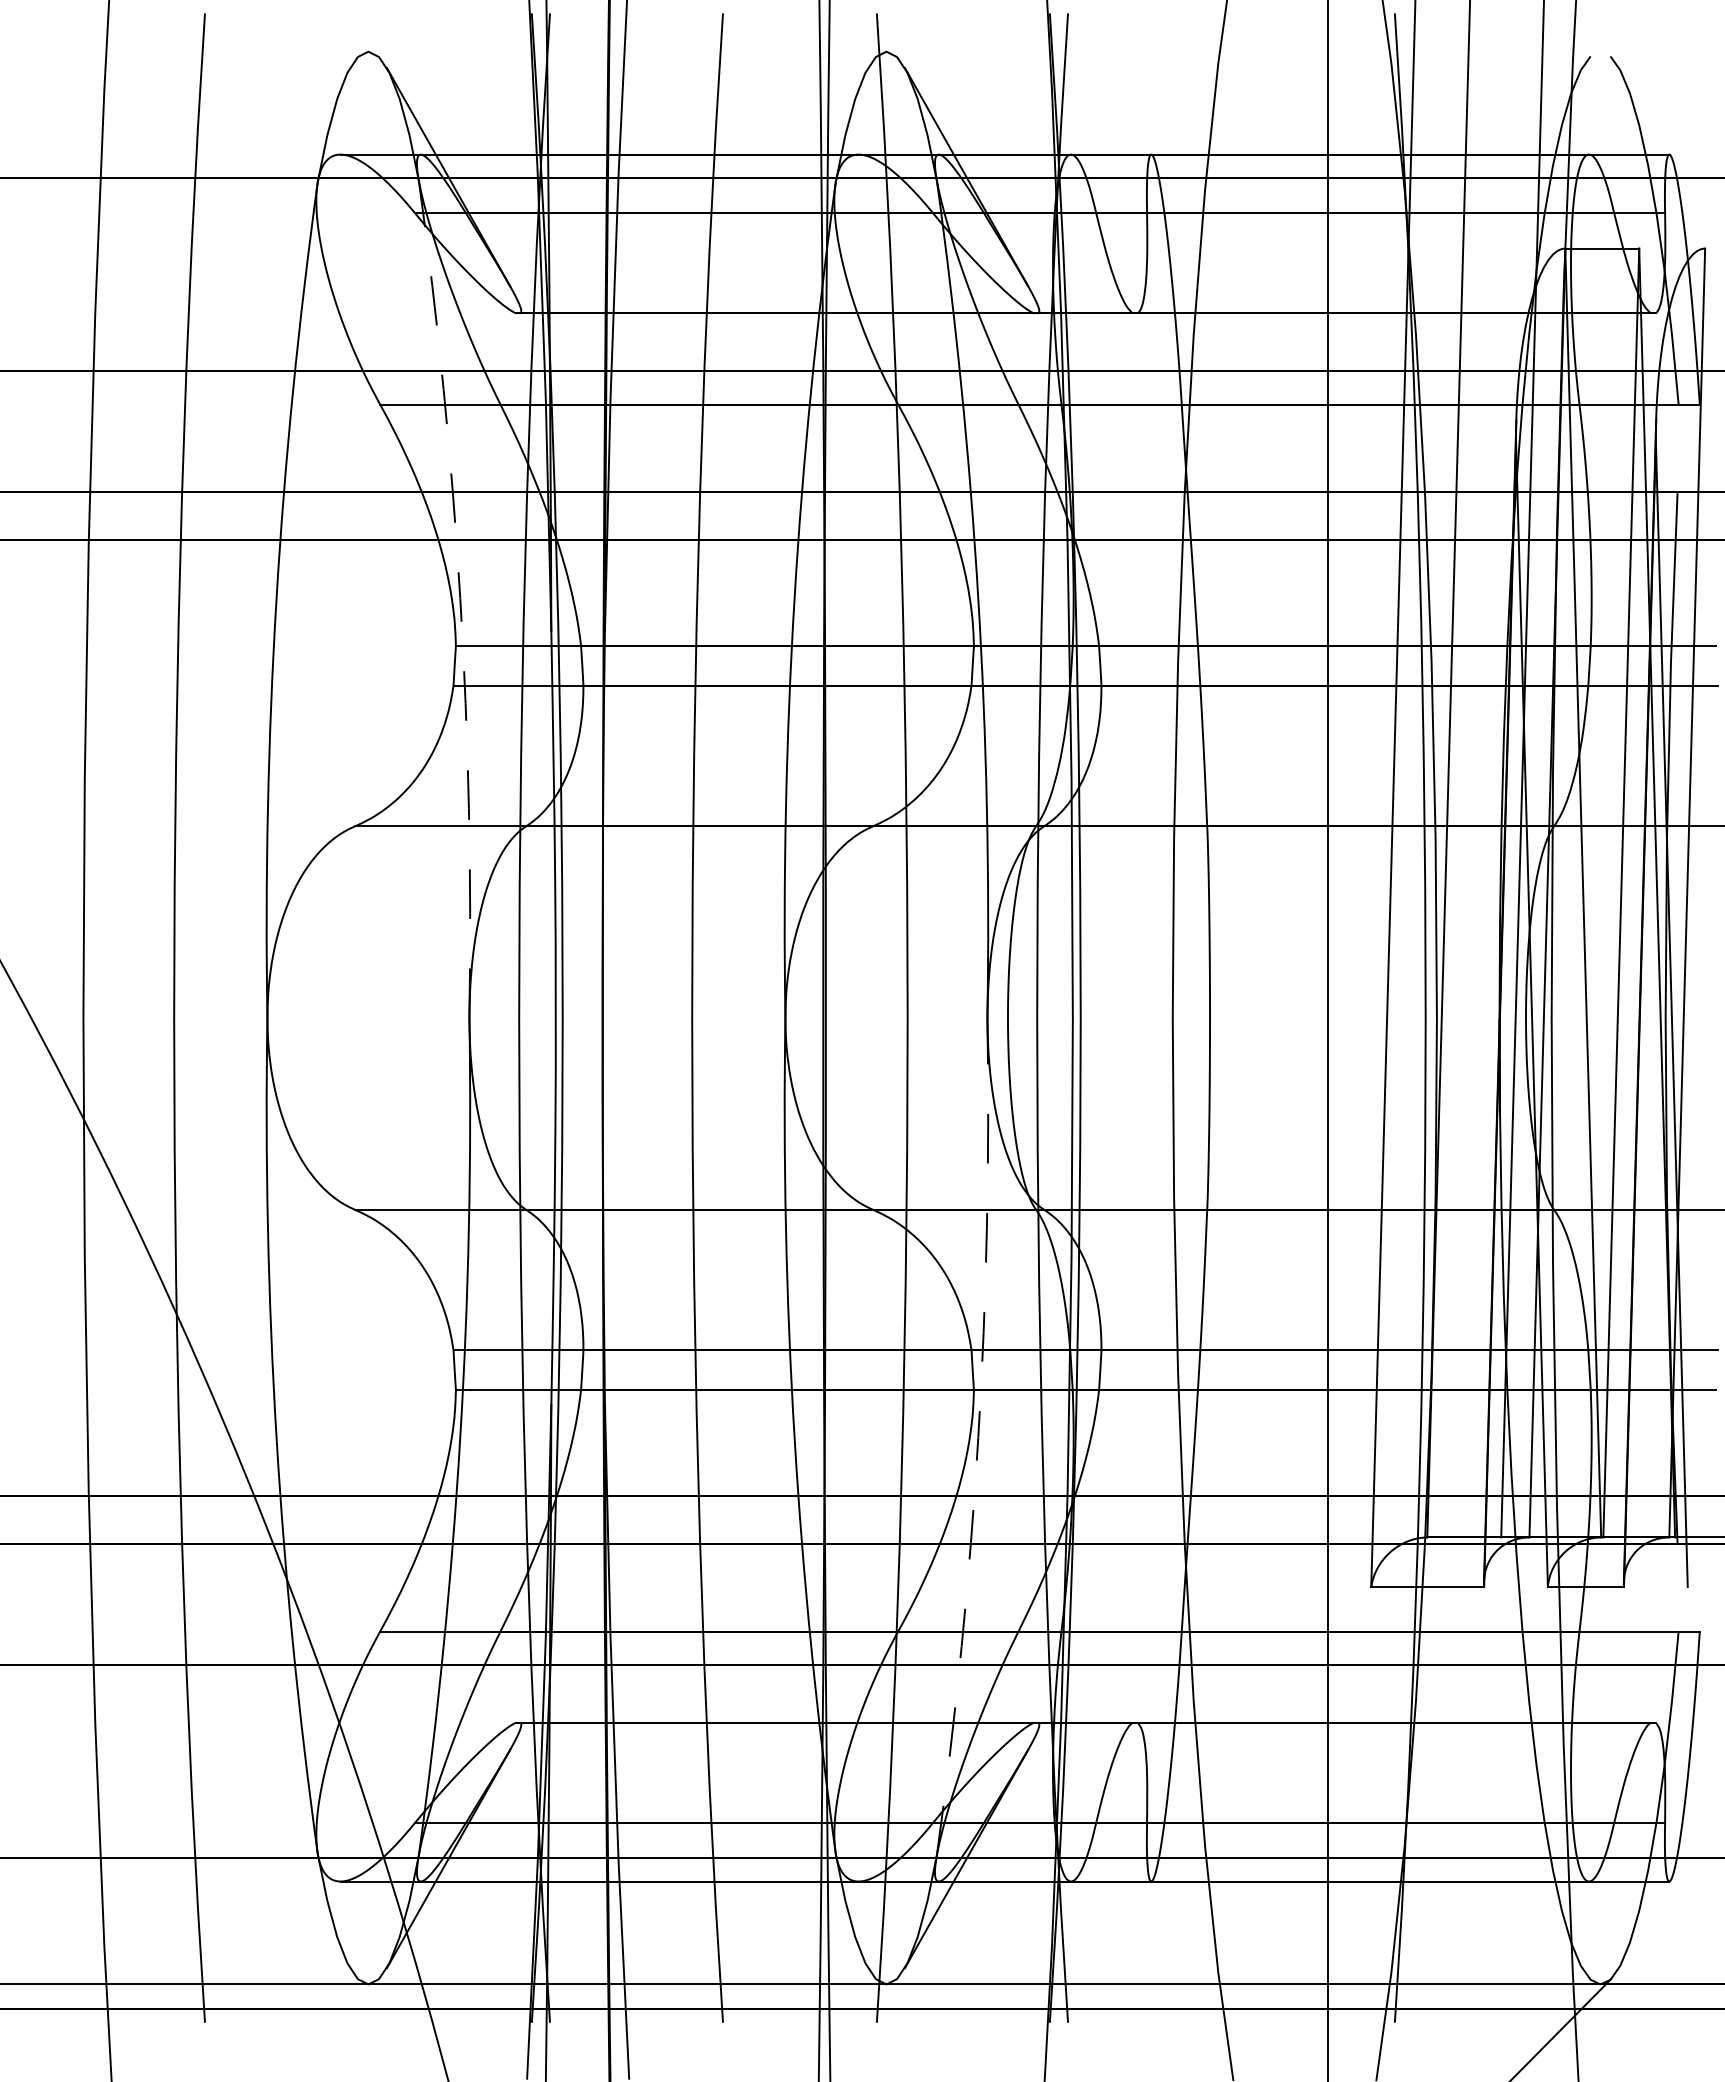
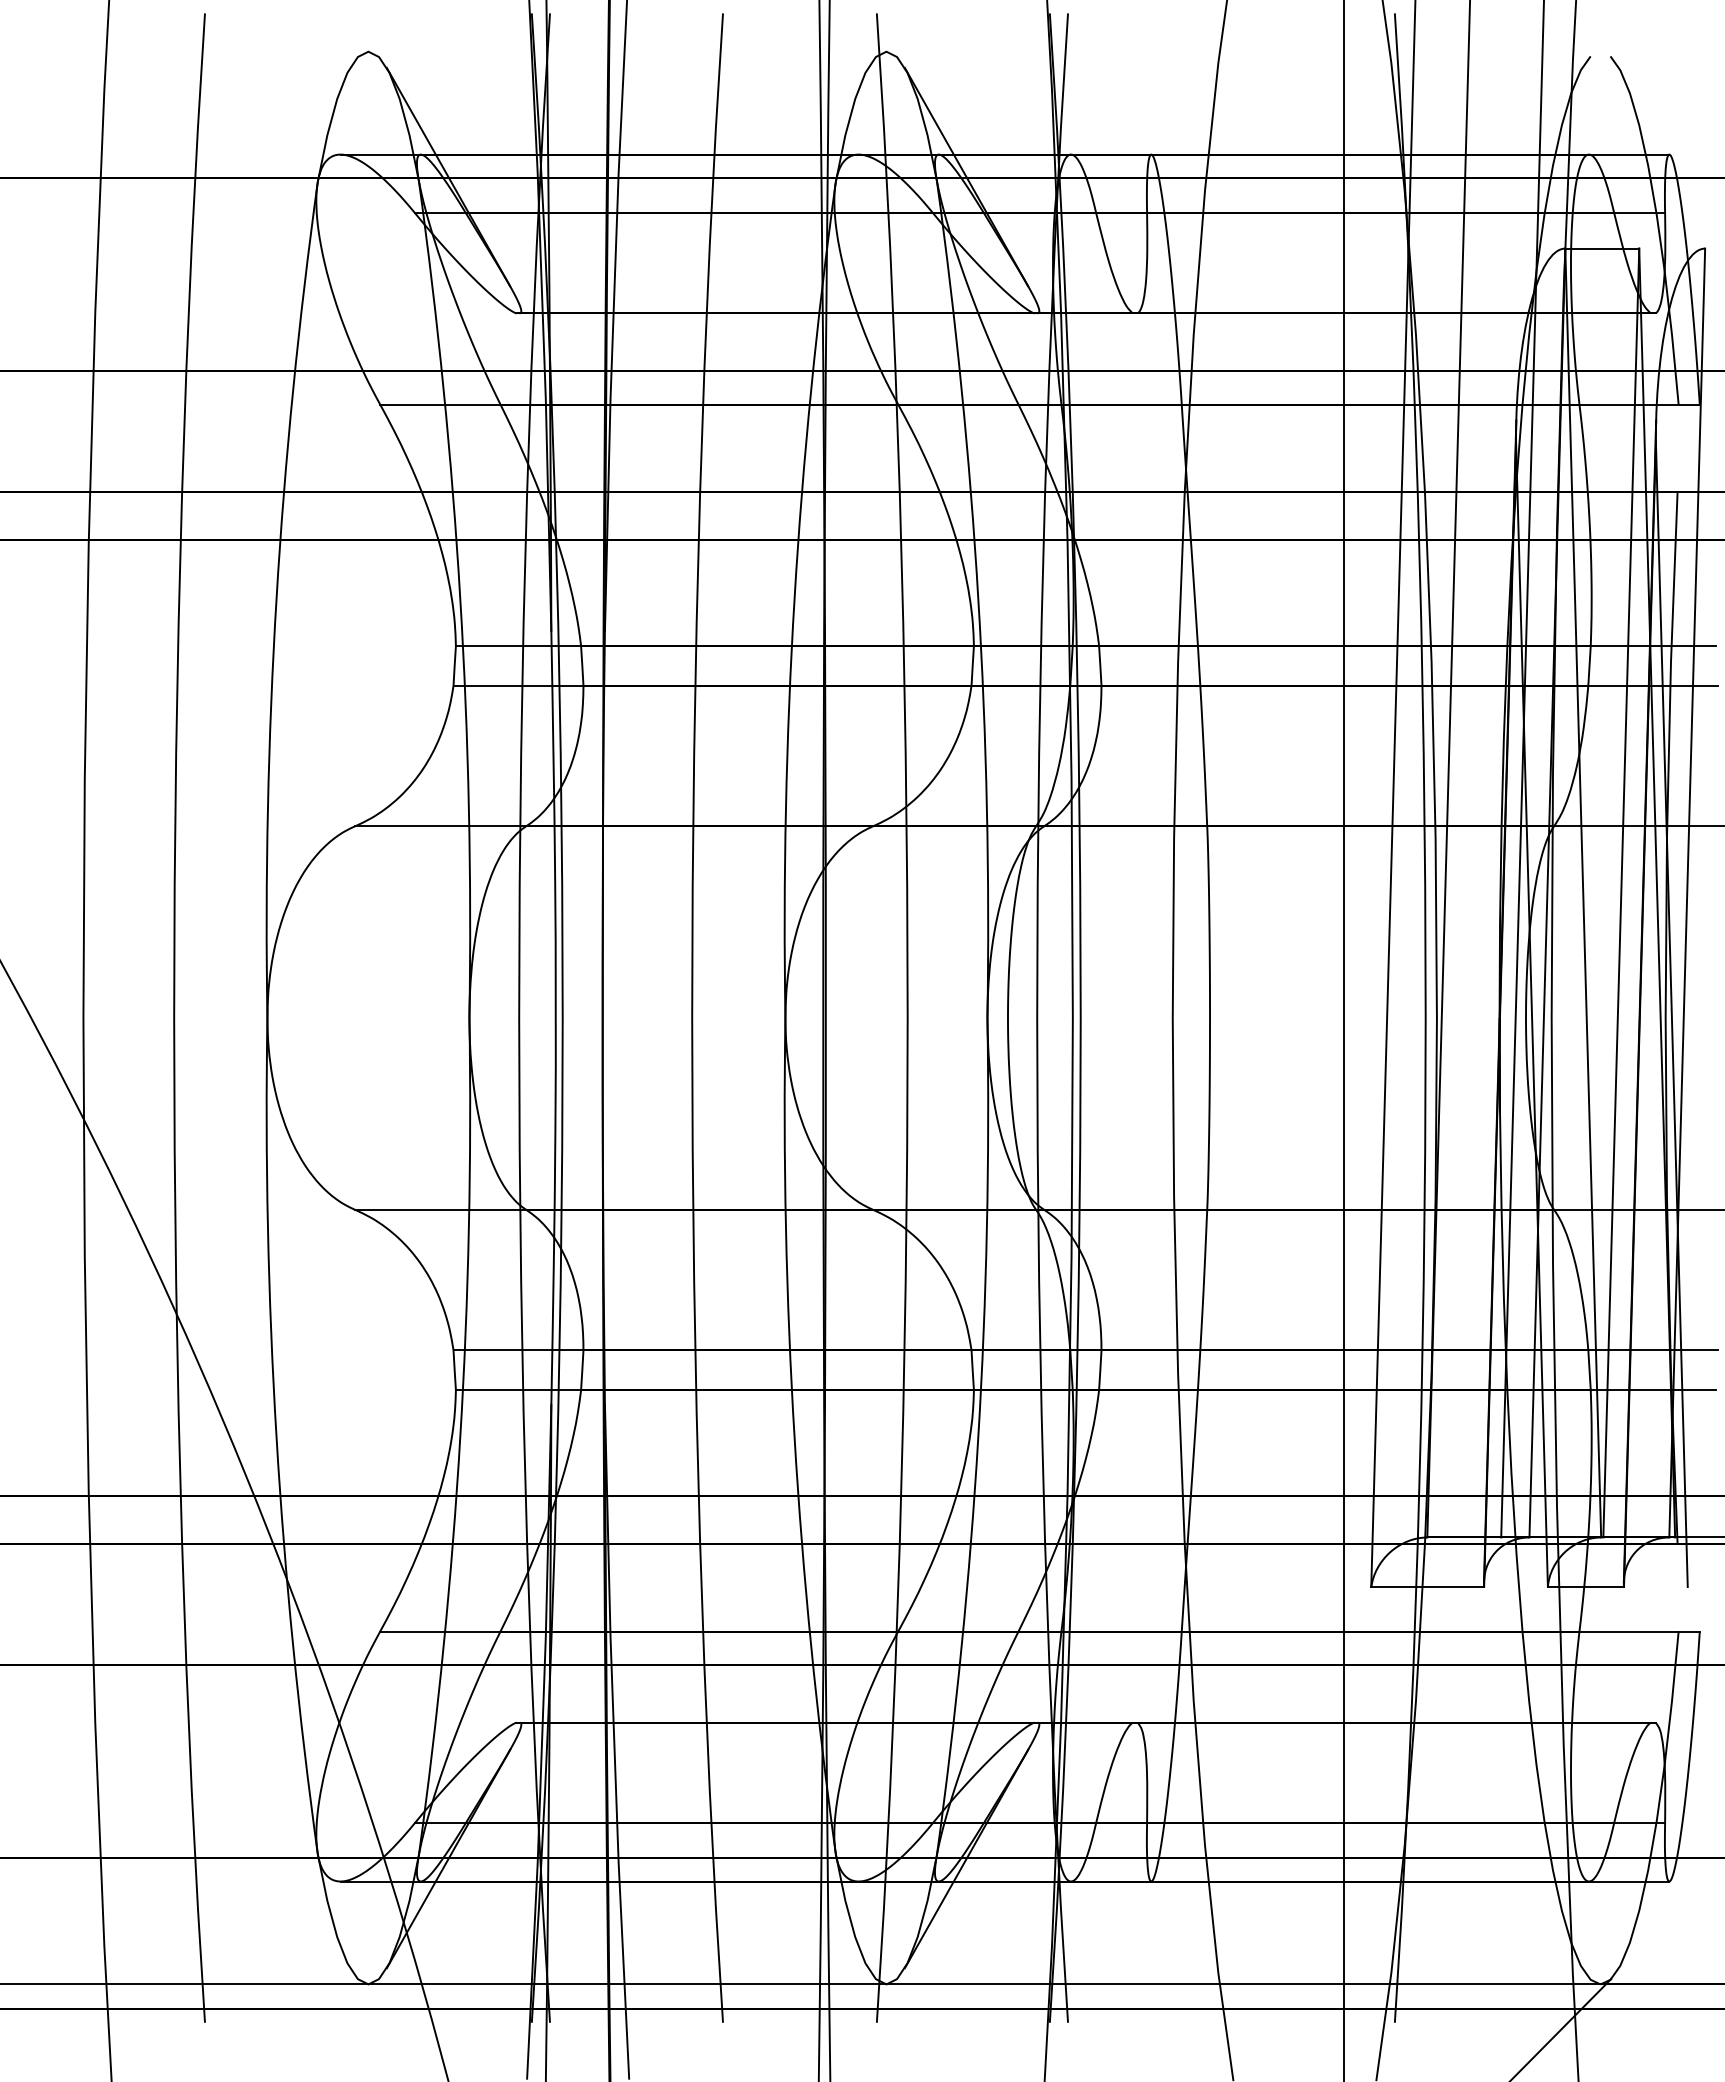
arc at (460, 598): dashed -> solid
line at (1328, 1040) position: (1328, 1040) -> (1344, 1040)
arc at (978, 1437): dashed -> solid
